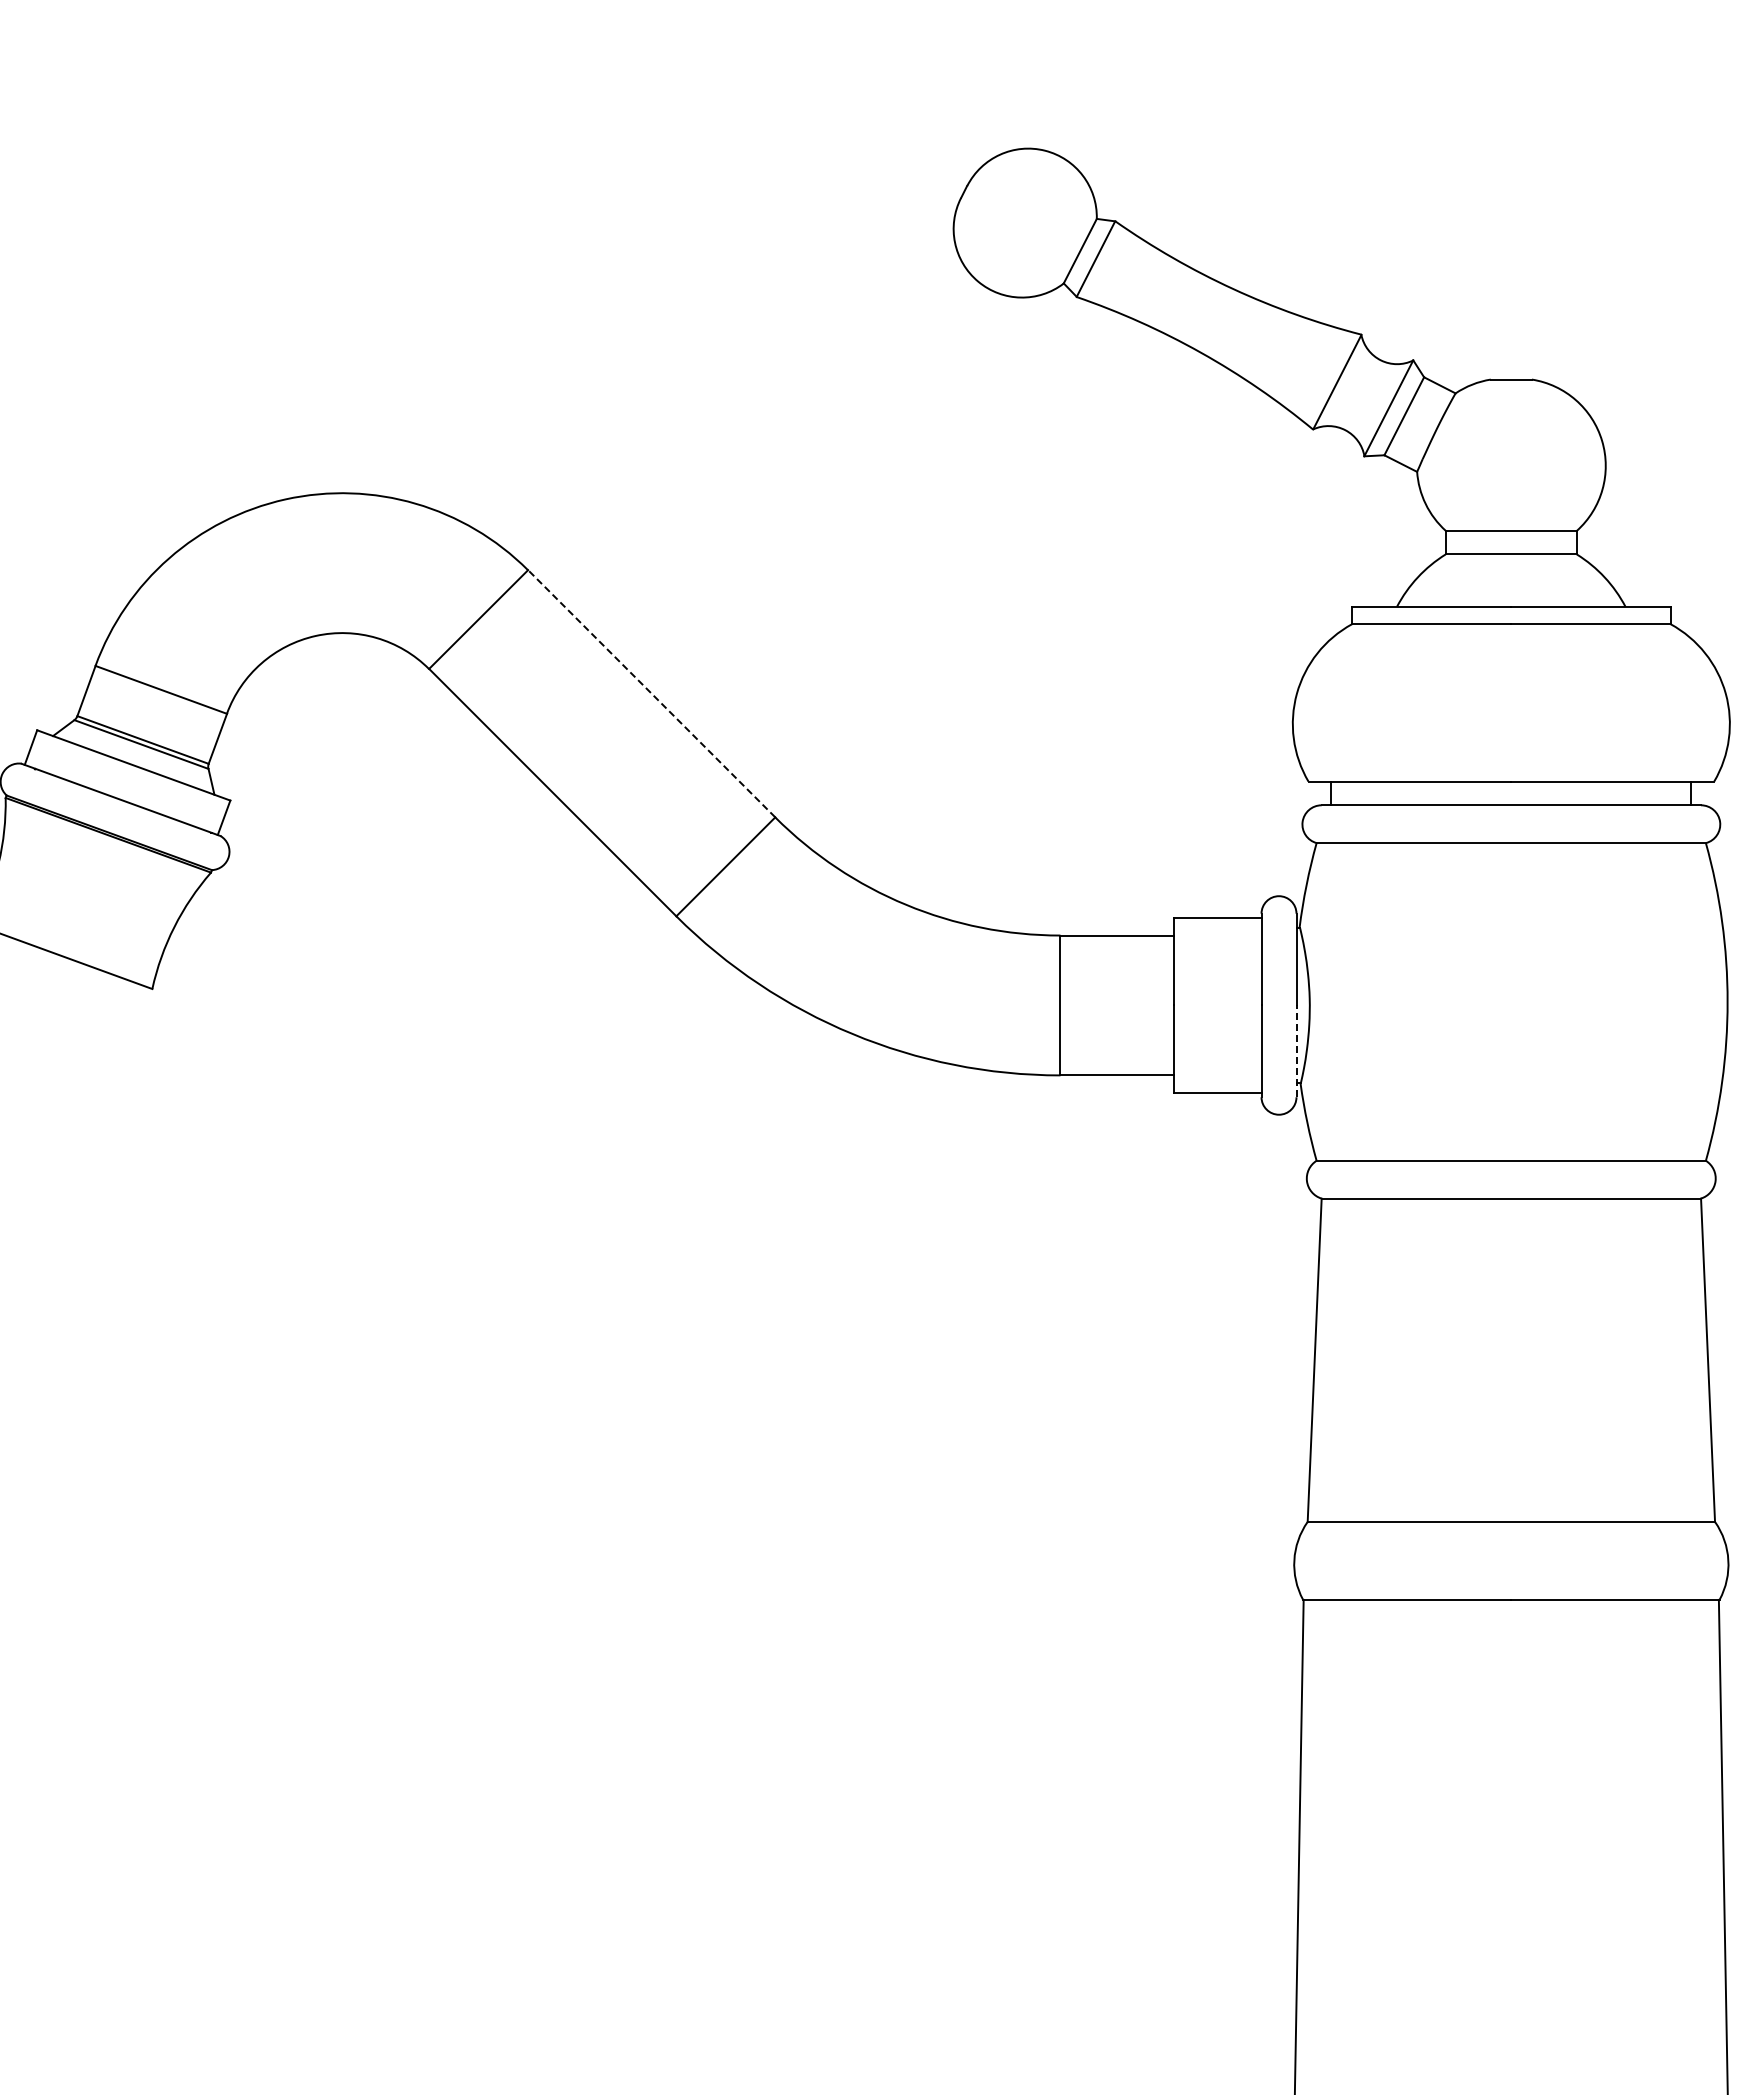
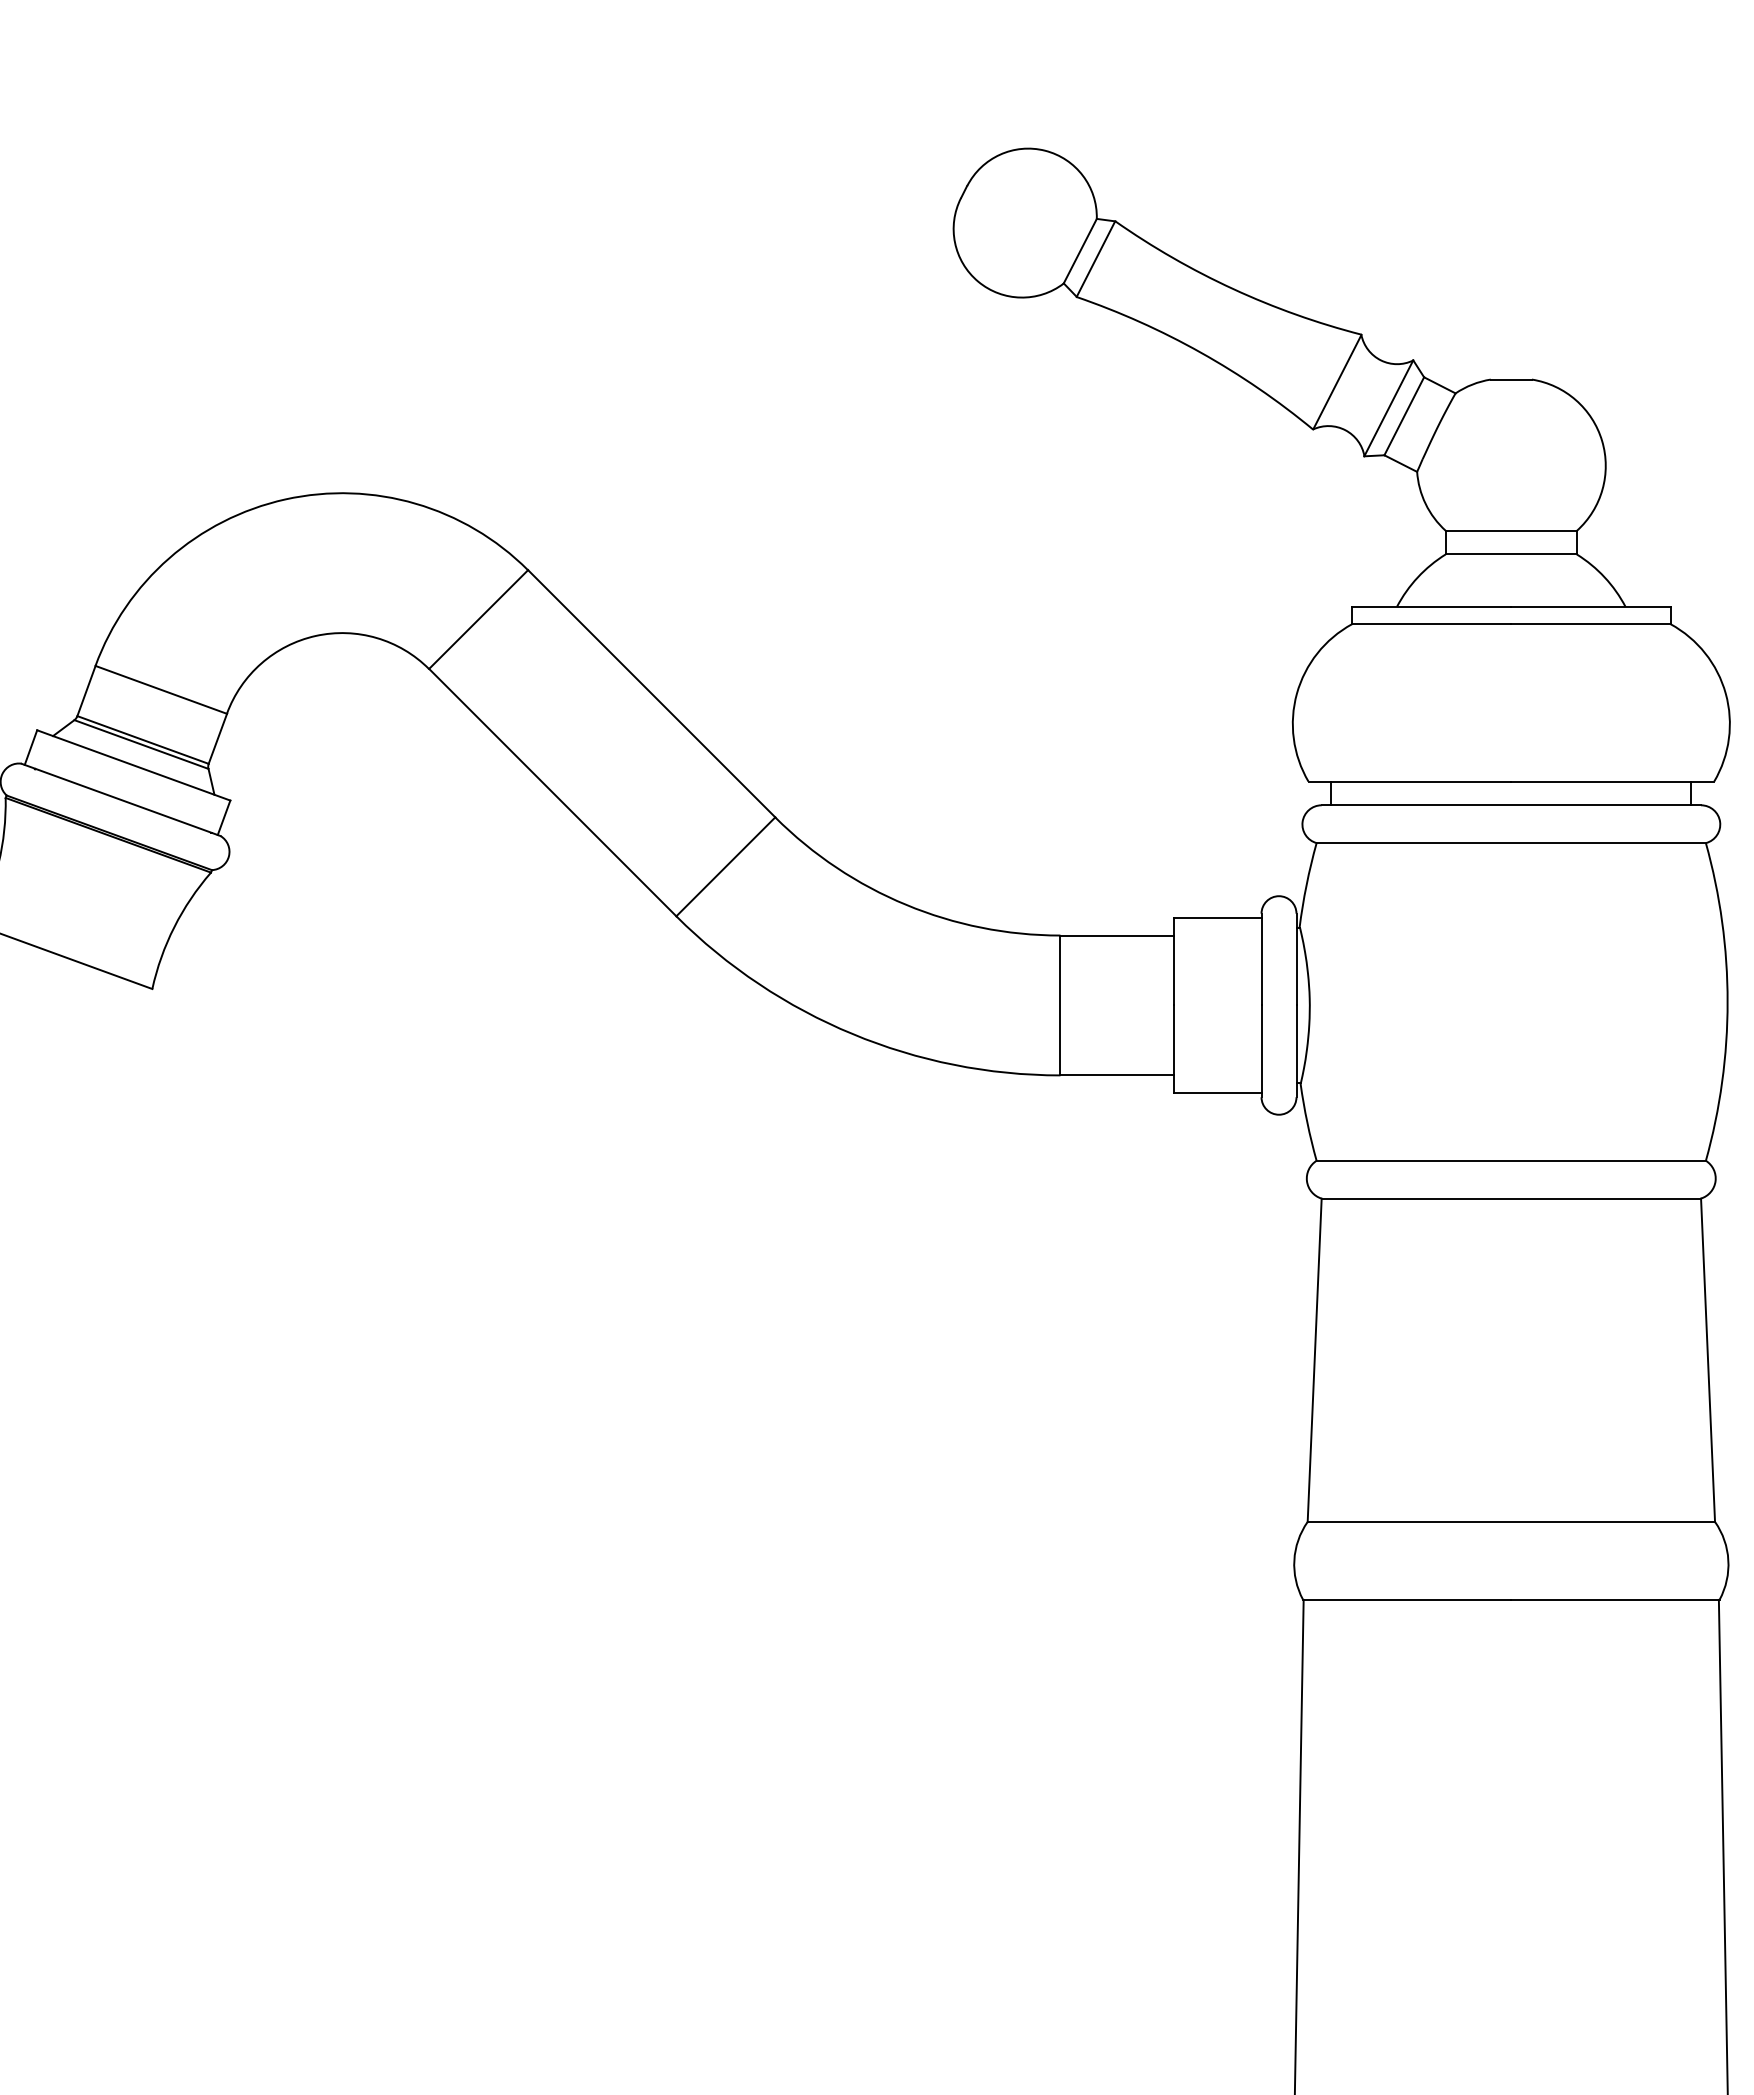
line at (651, 693): dashed -> solid
line at (1296, 1051): dashed -> solid
